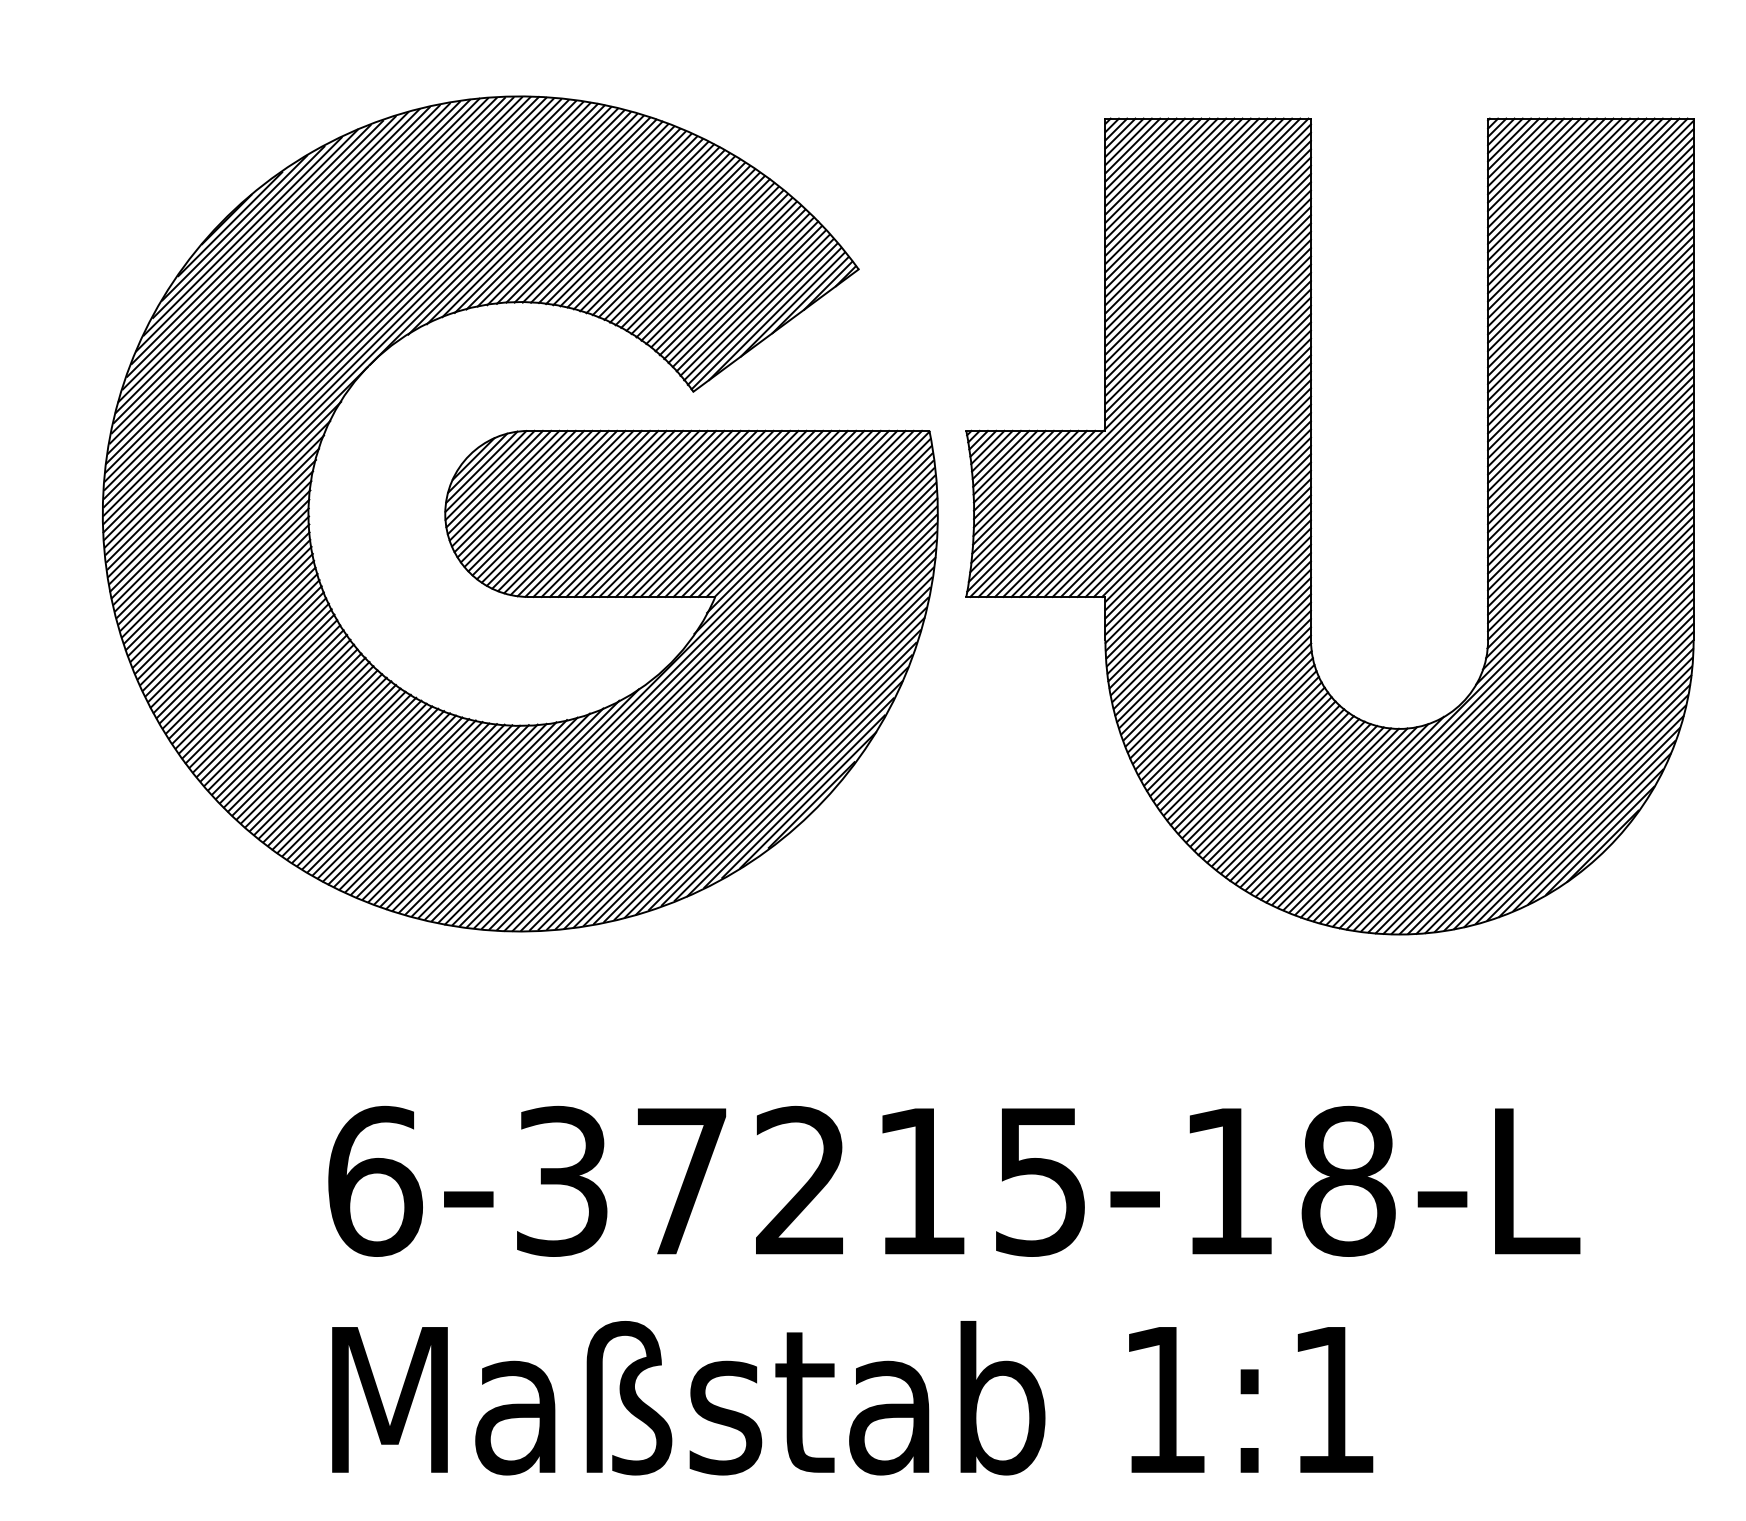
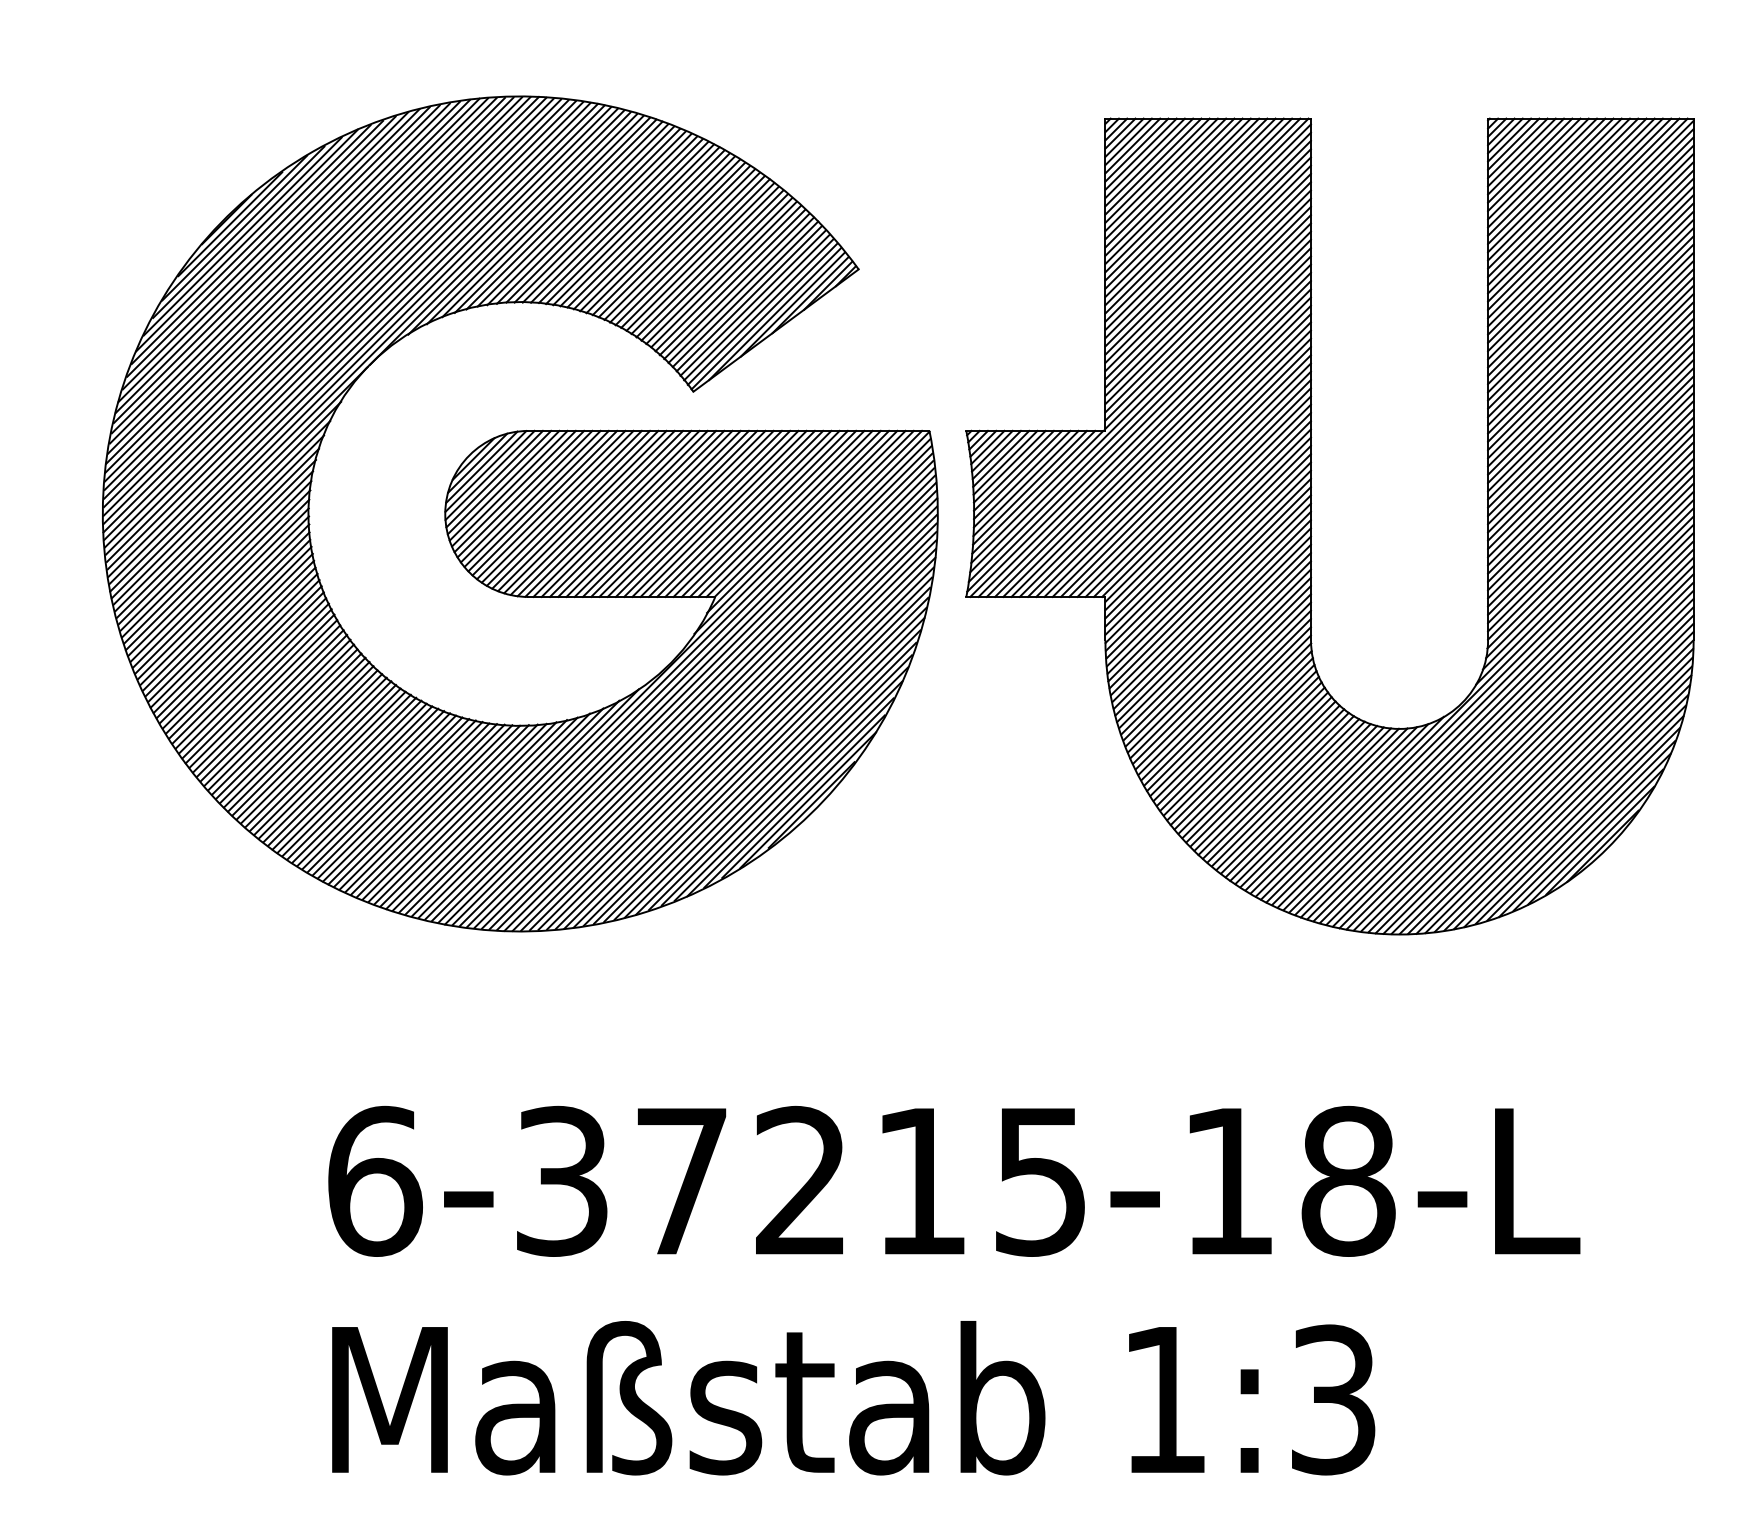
text at (1333, 1399): 1:1 -> 1:3
